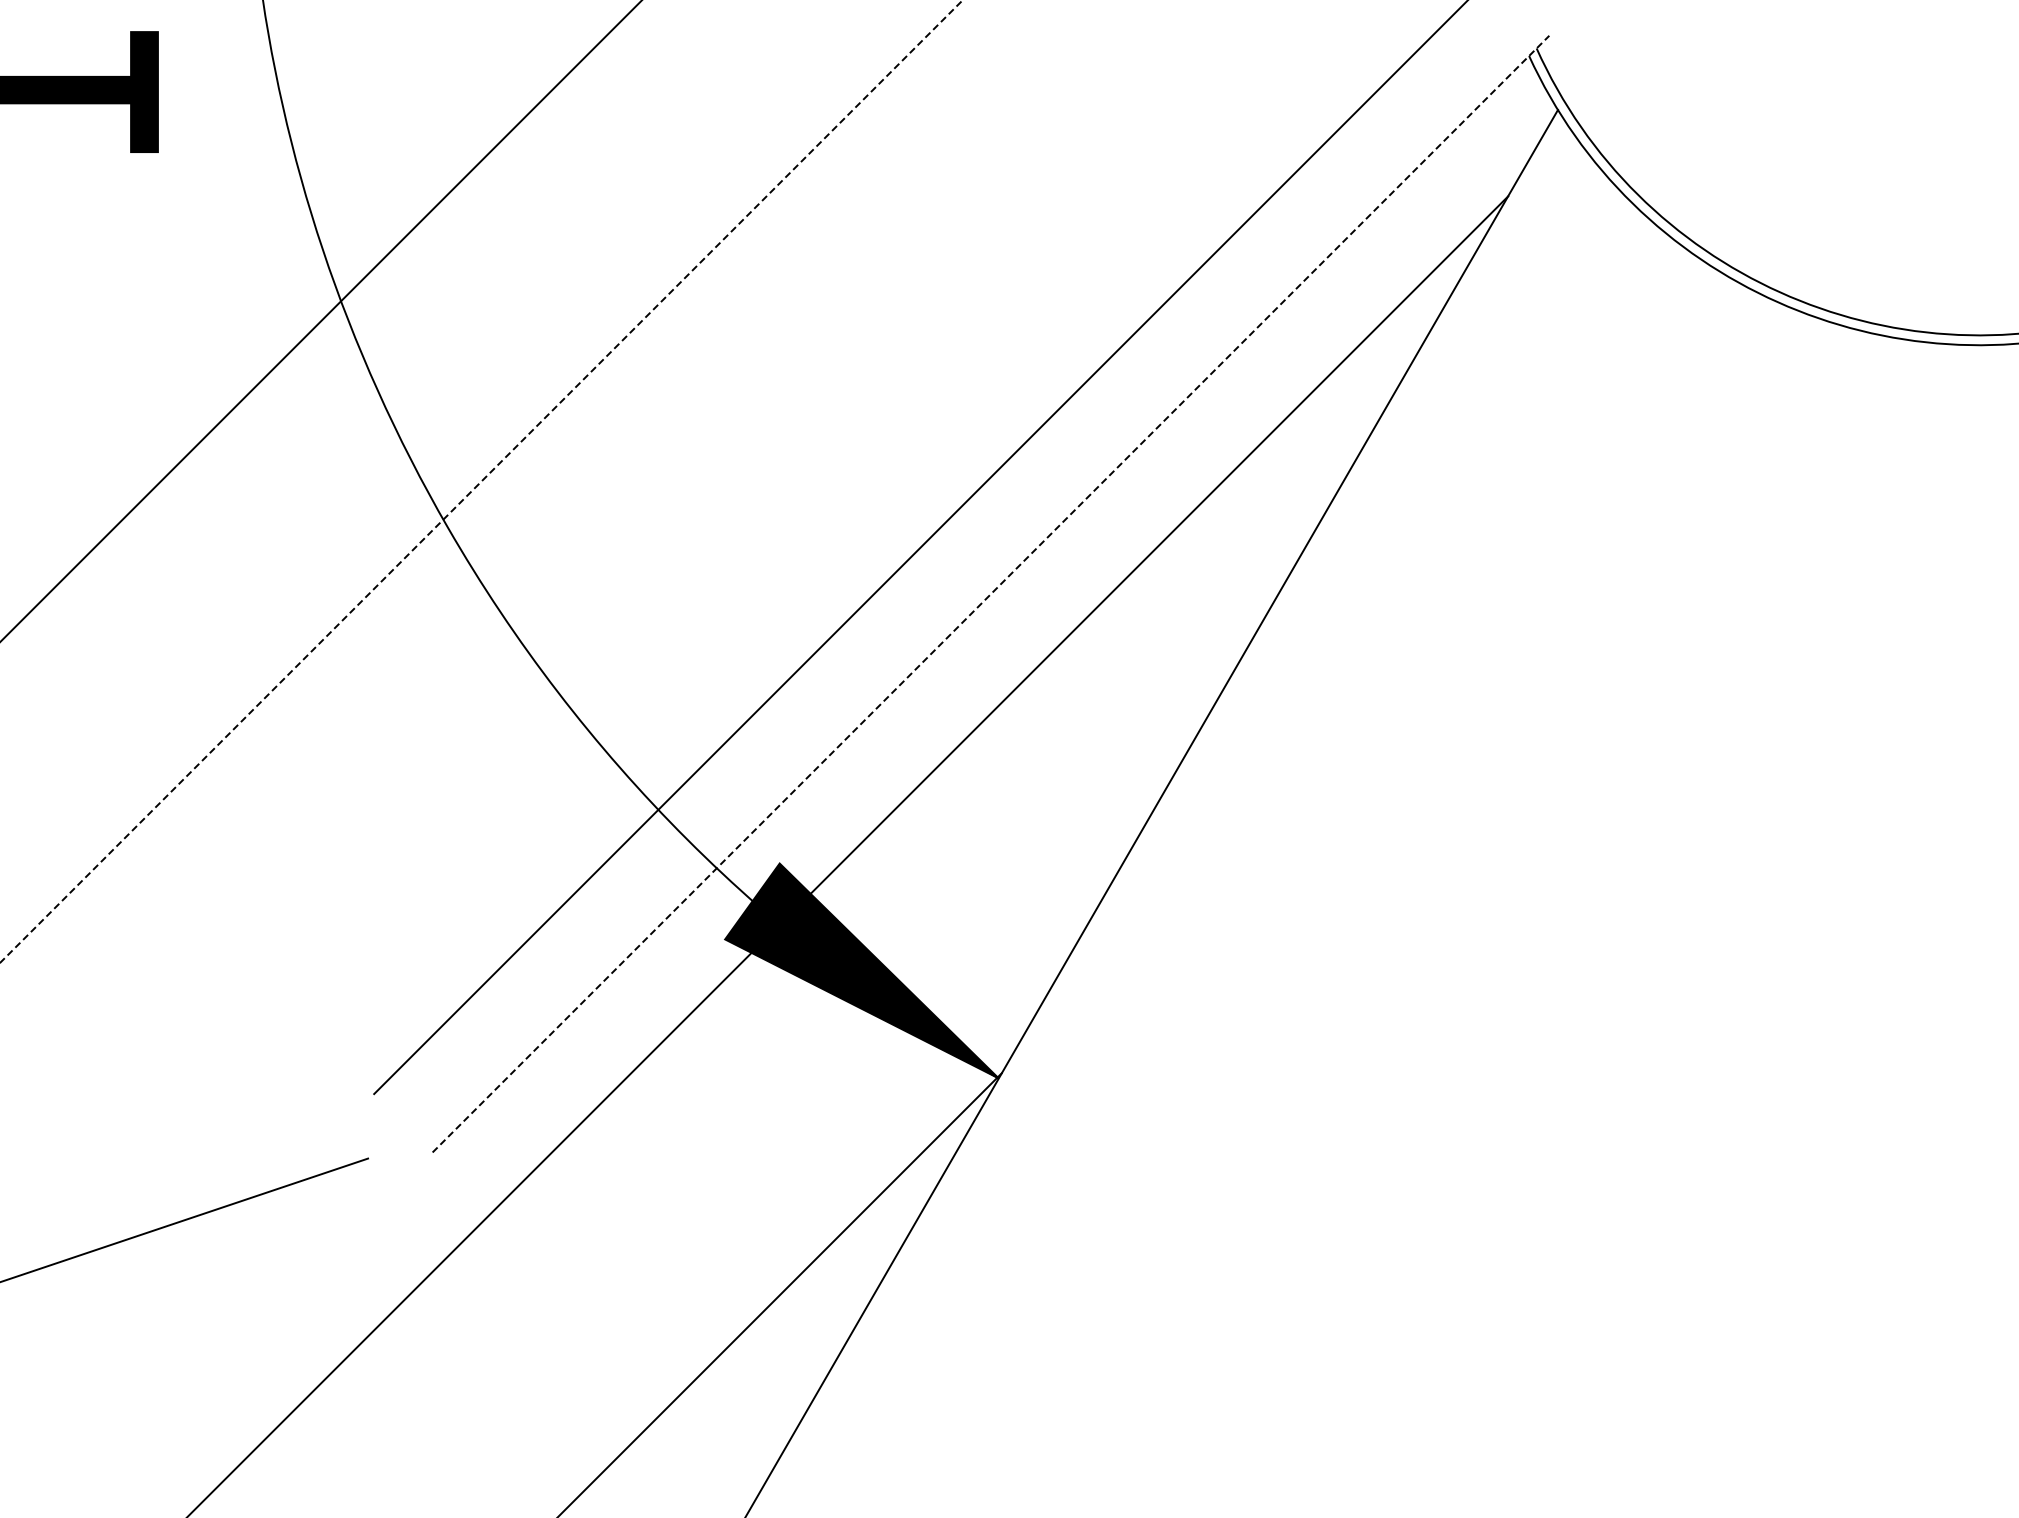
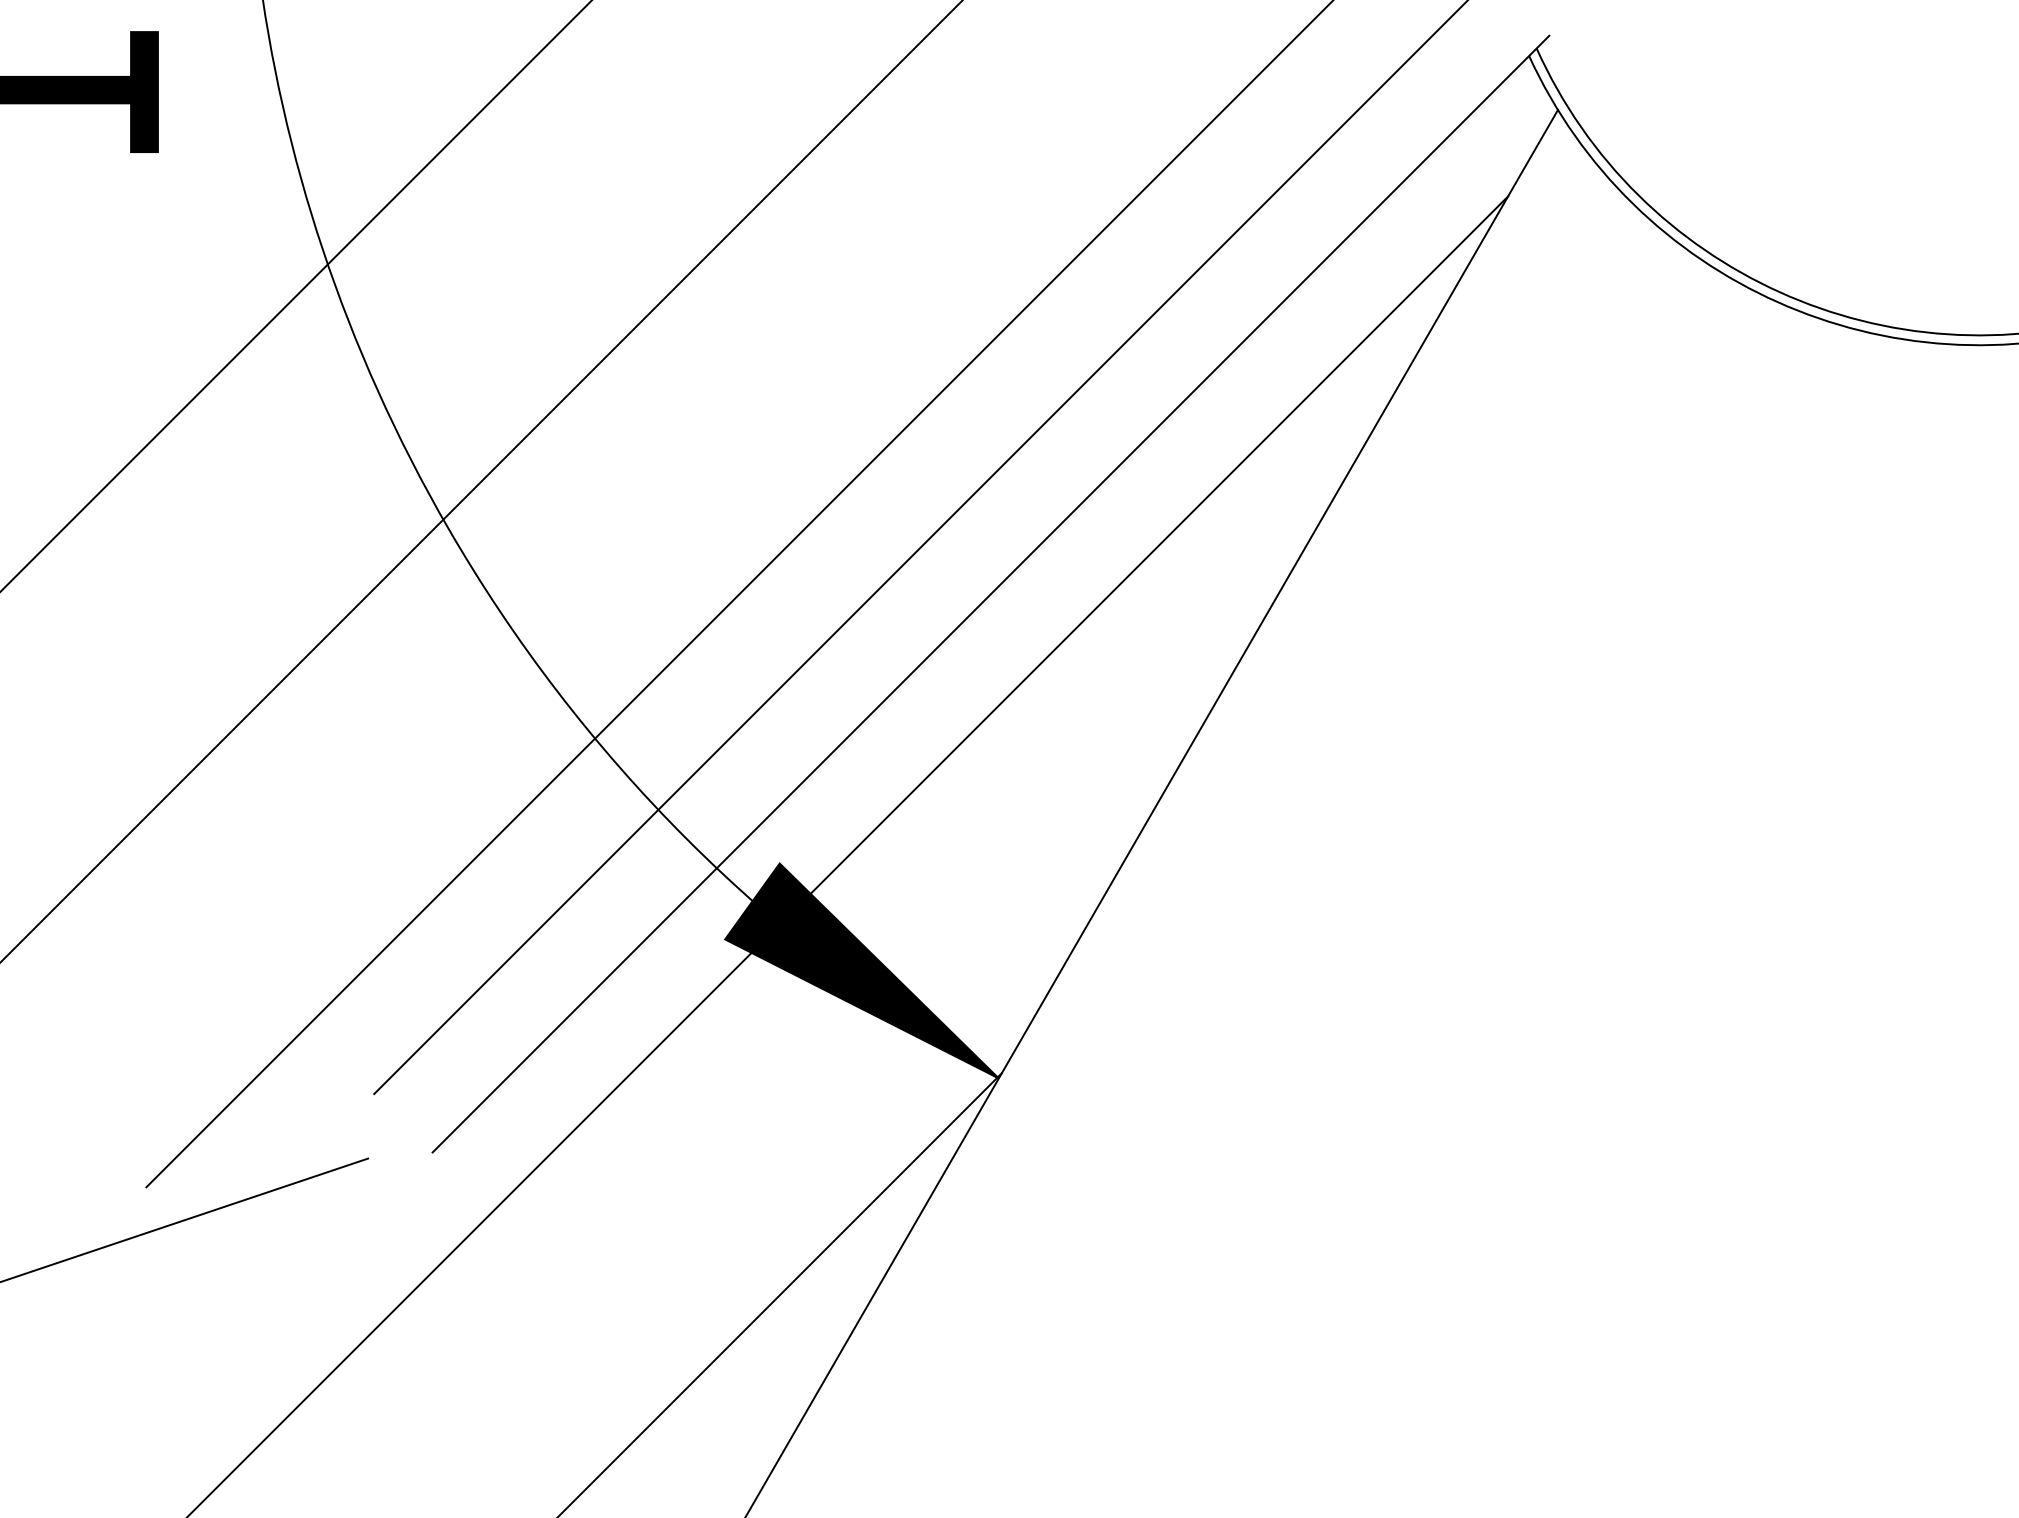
line at (320, 320) position: (320, 320) -> (296, 295)
line at (480, 482): dashed -> solid
line at (738, 594): none -> present
line at (990, 594): dashed -> solid
